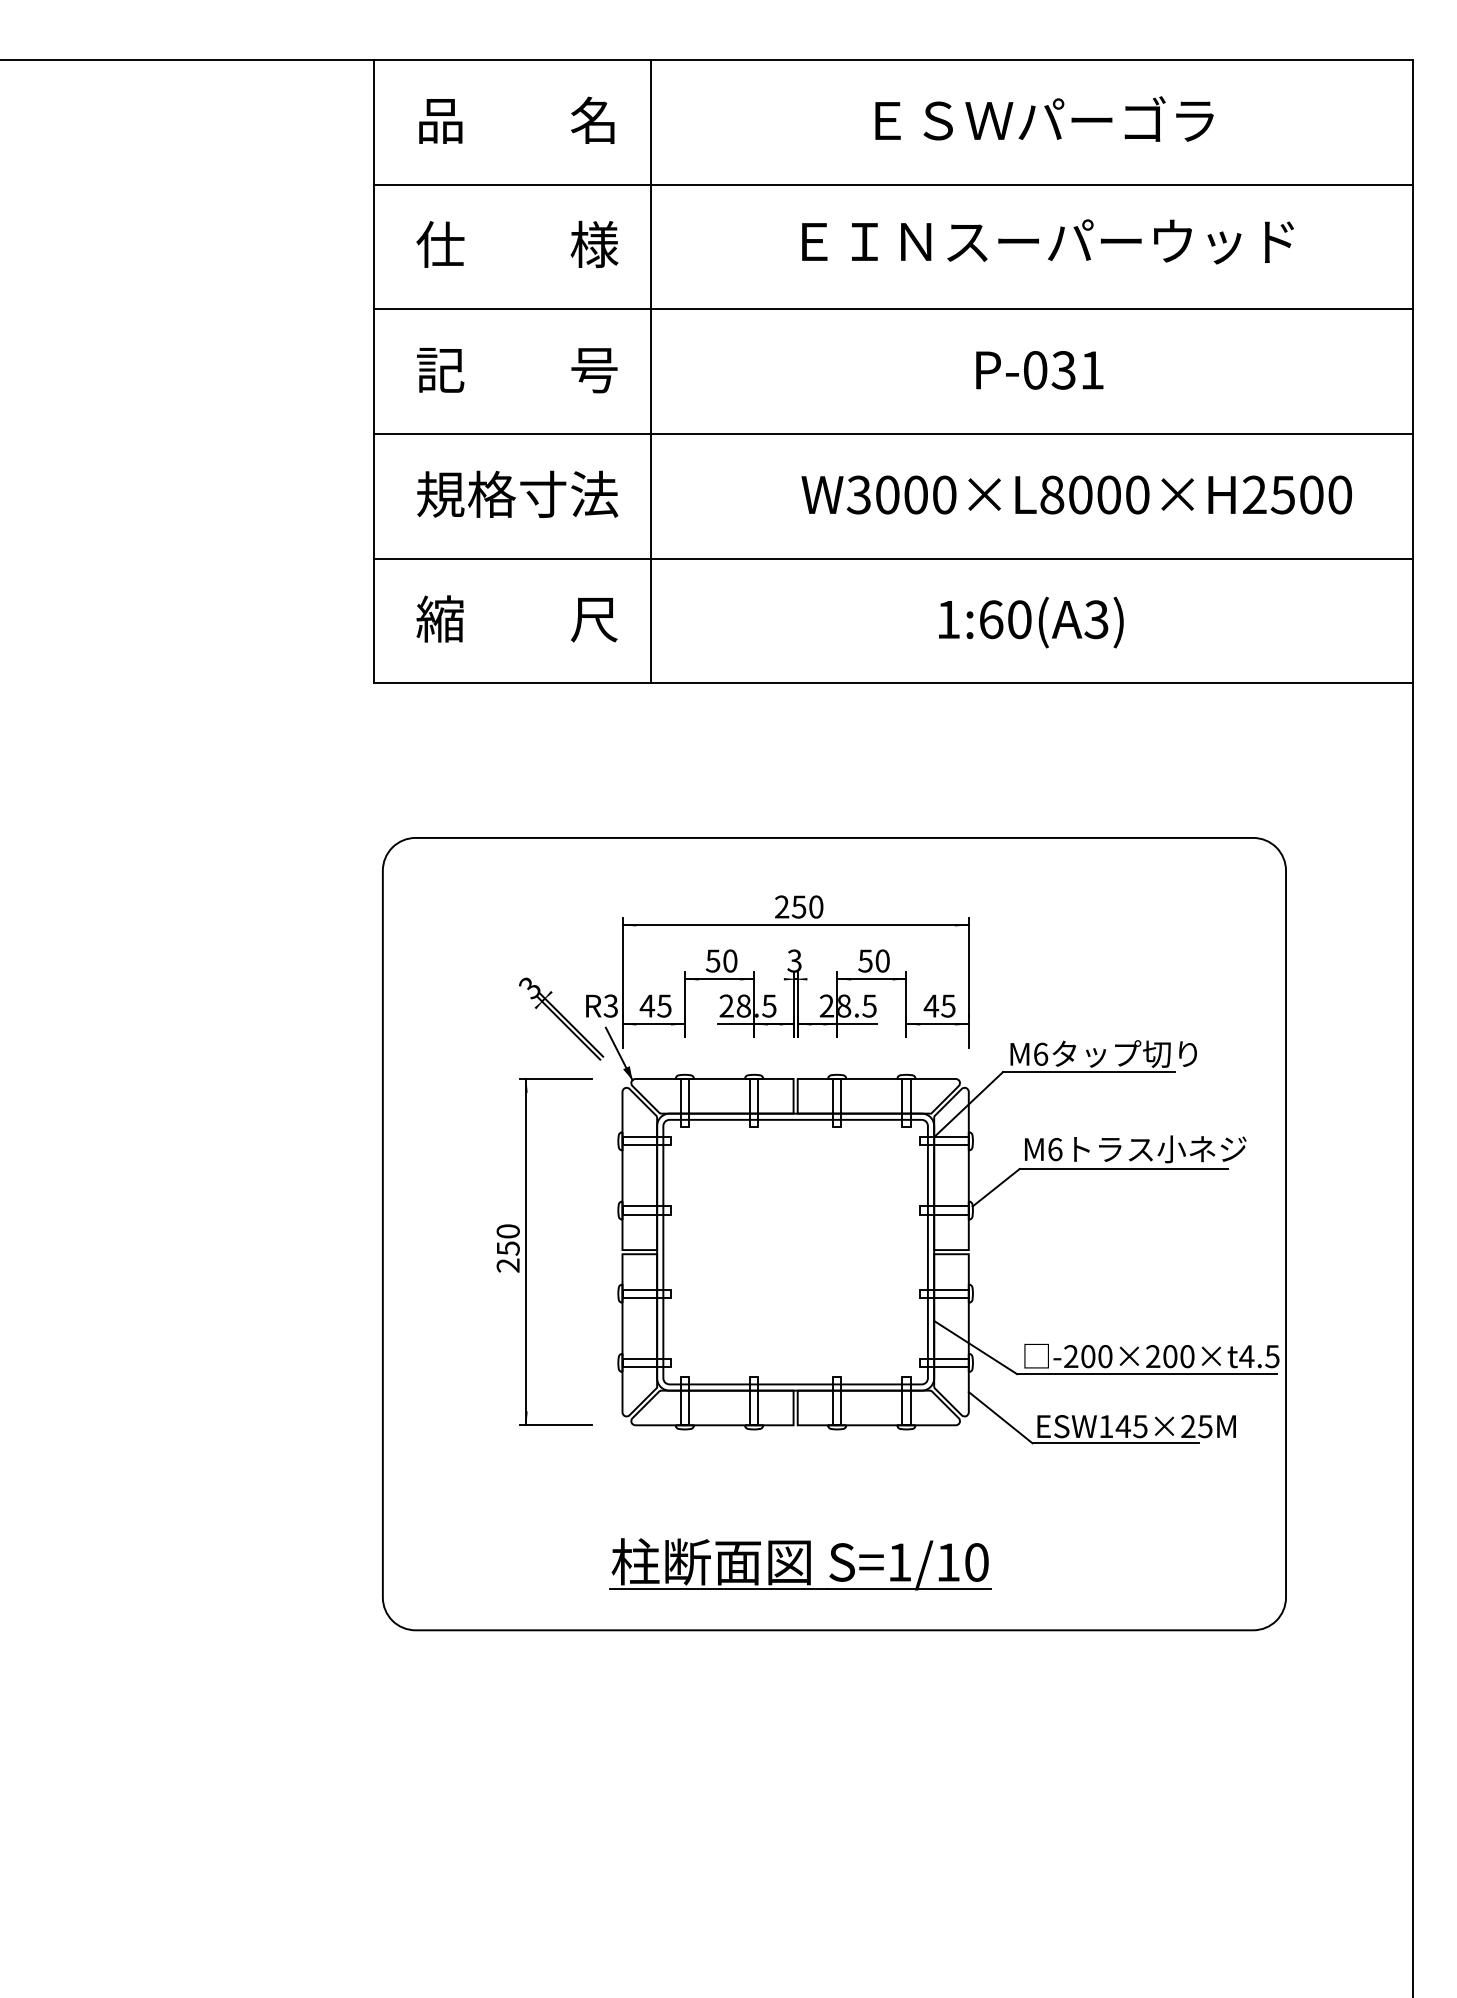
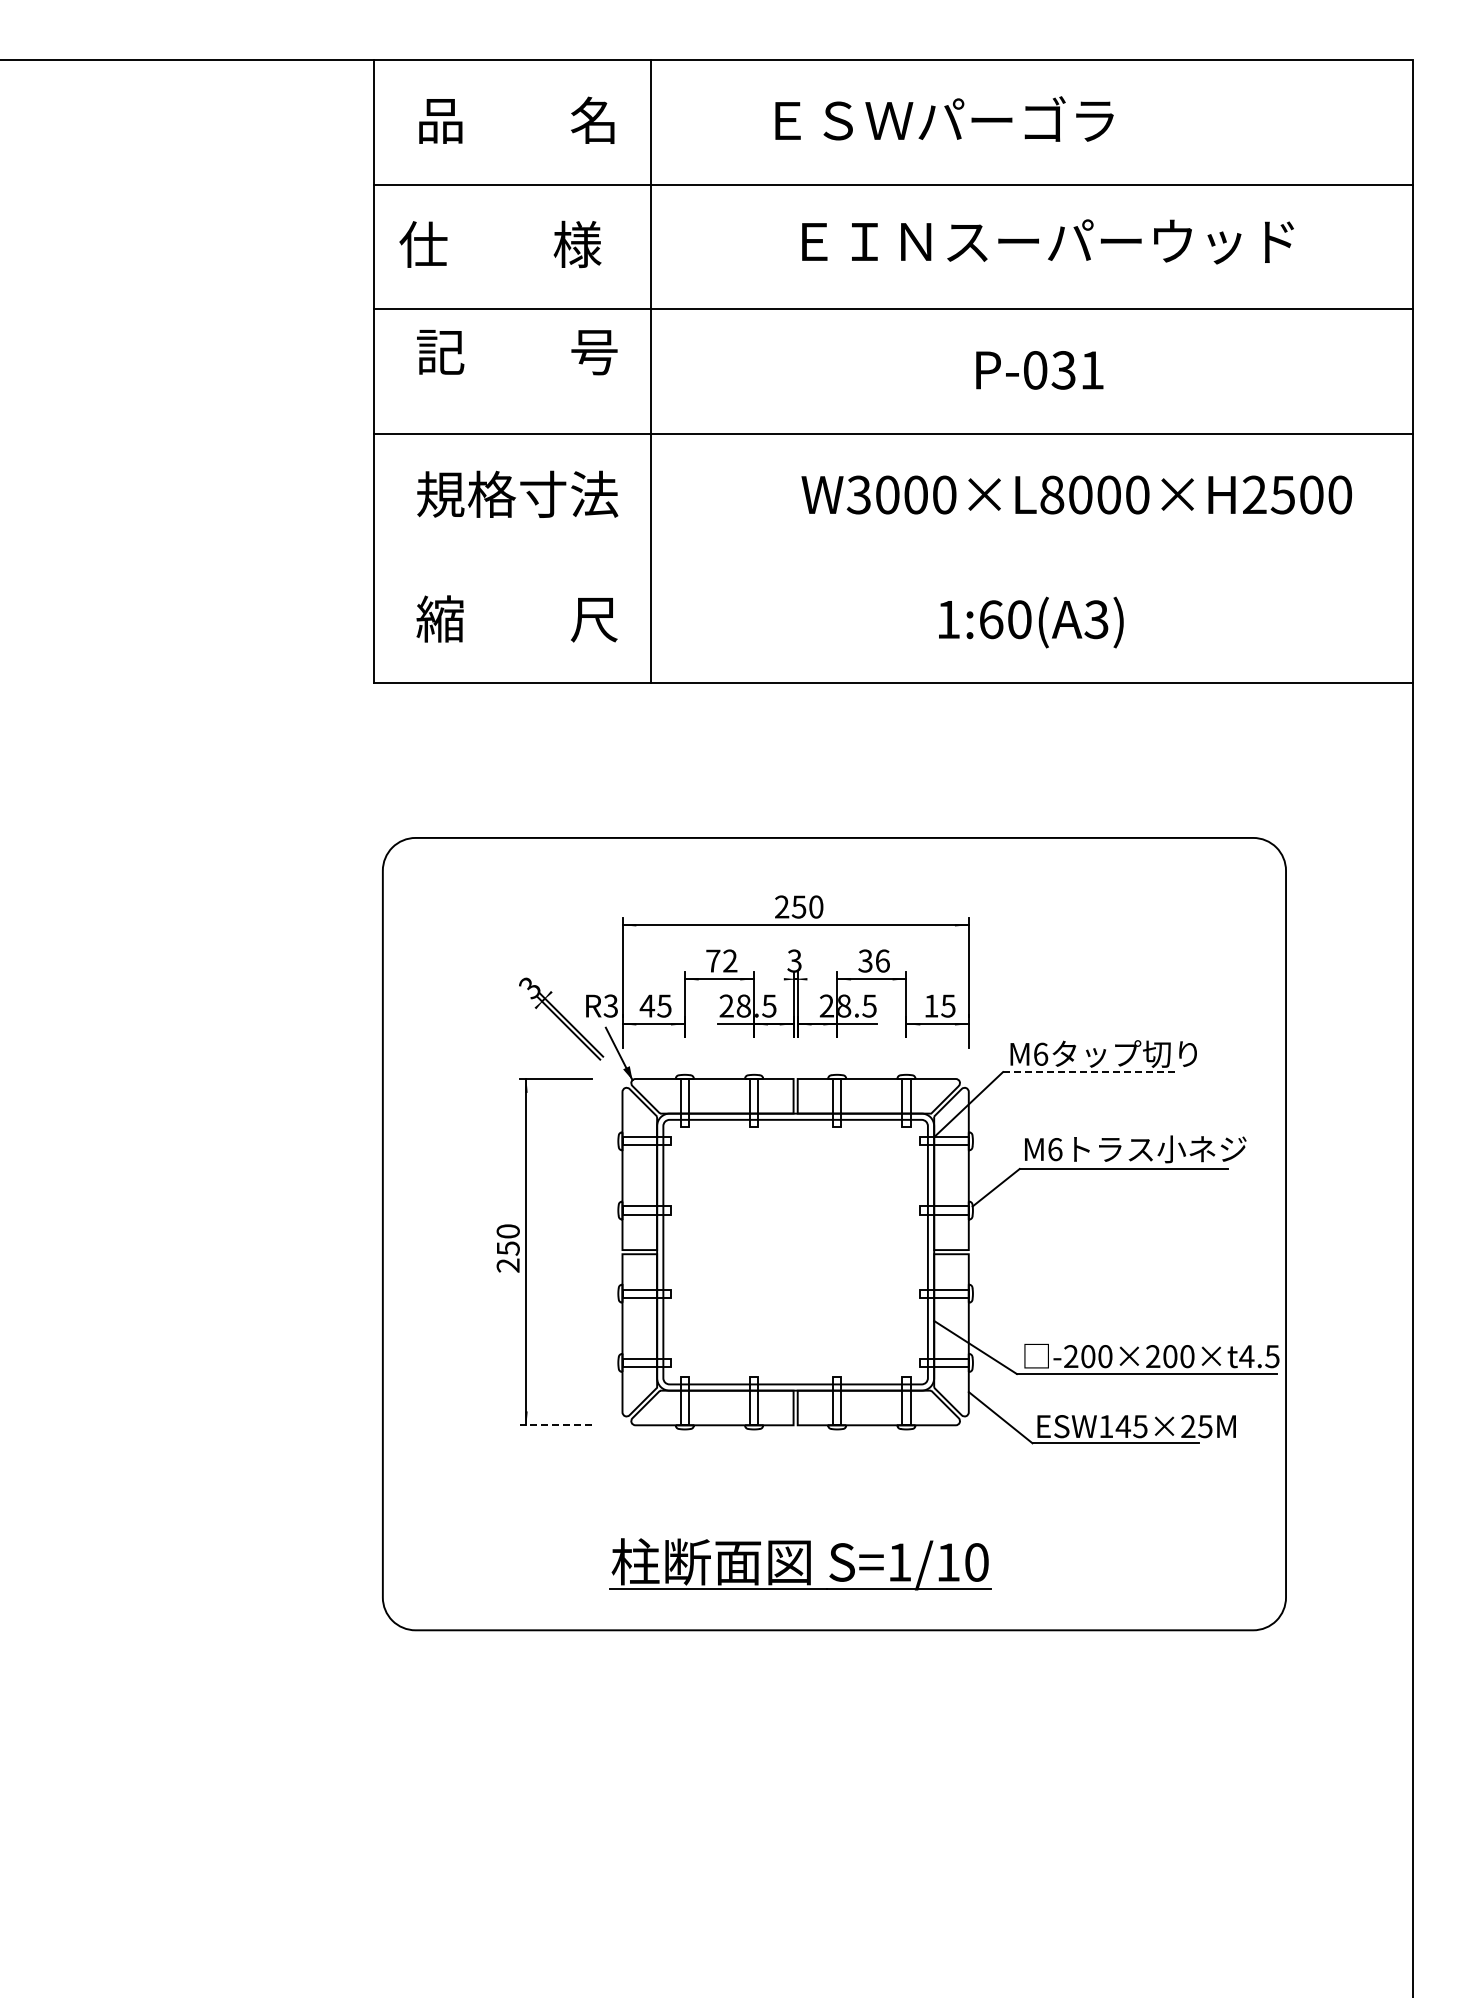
text at (1044, 118) position: (1044, 118) -> (944, 118)
text at (517, 244) position: (517, 244) -> (500, 244)
text at (517, 370) position: (517, 370) -> (517, 352)
line at (893, 558): present -> none
text at (721, 960): 50 -> 72
text at (874, 960): 50 -> 36
text at (931, 1005): 45 -> 15
line at (1088, 1072): solid -> dashed
line at (555, 1425): solid -> dashed
